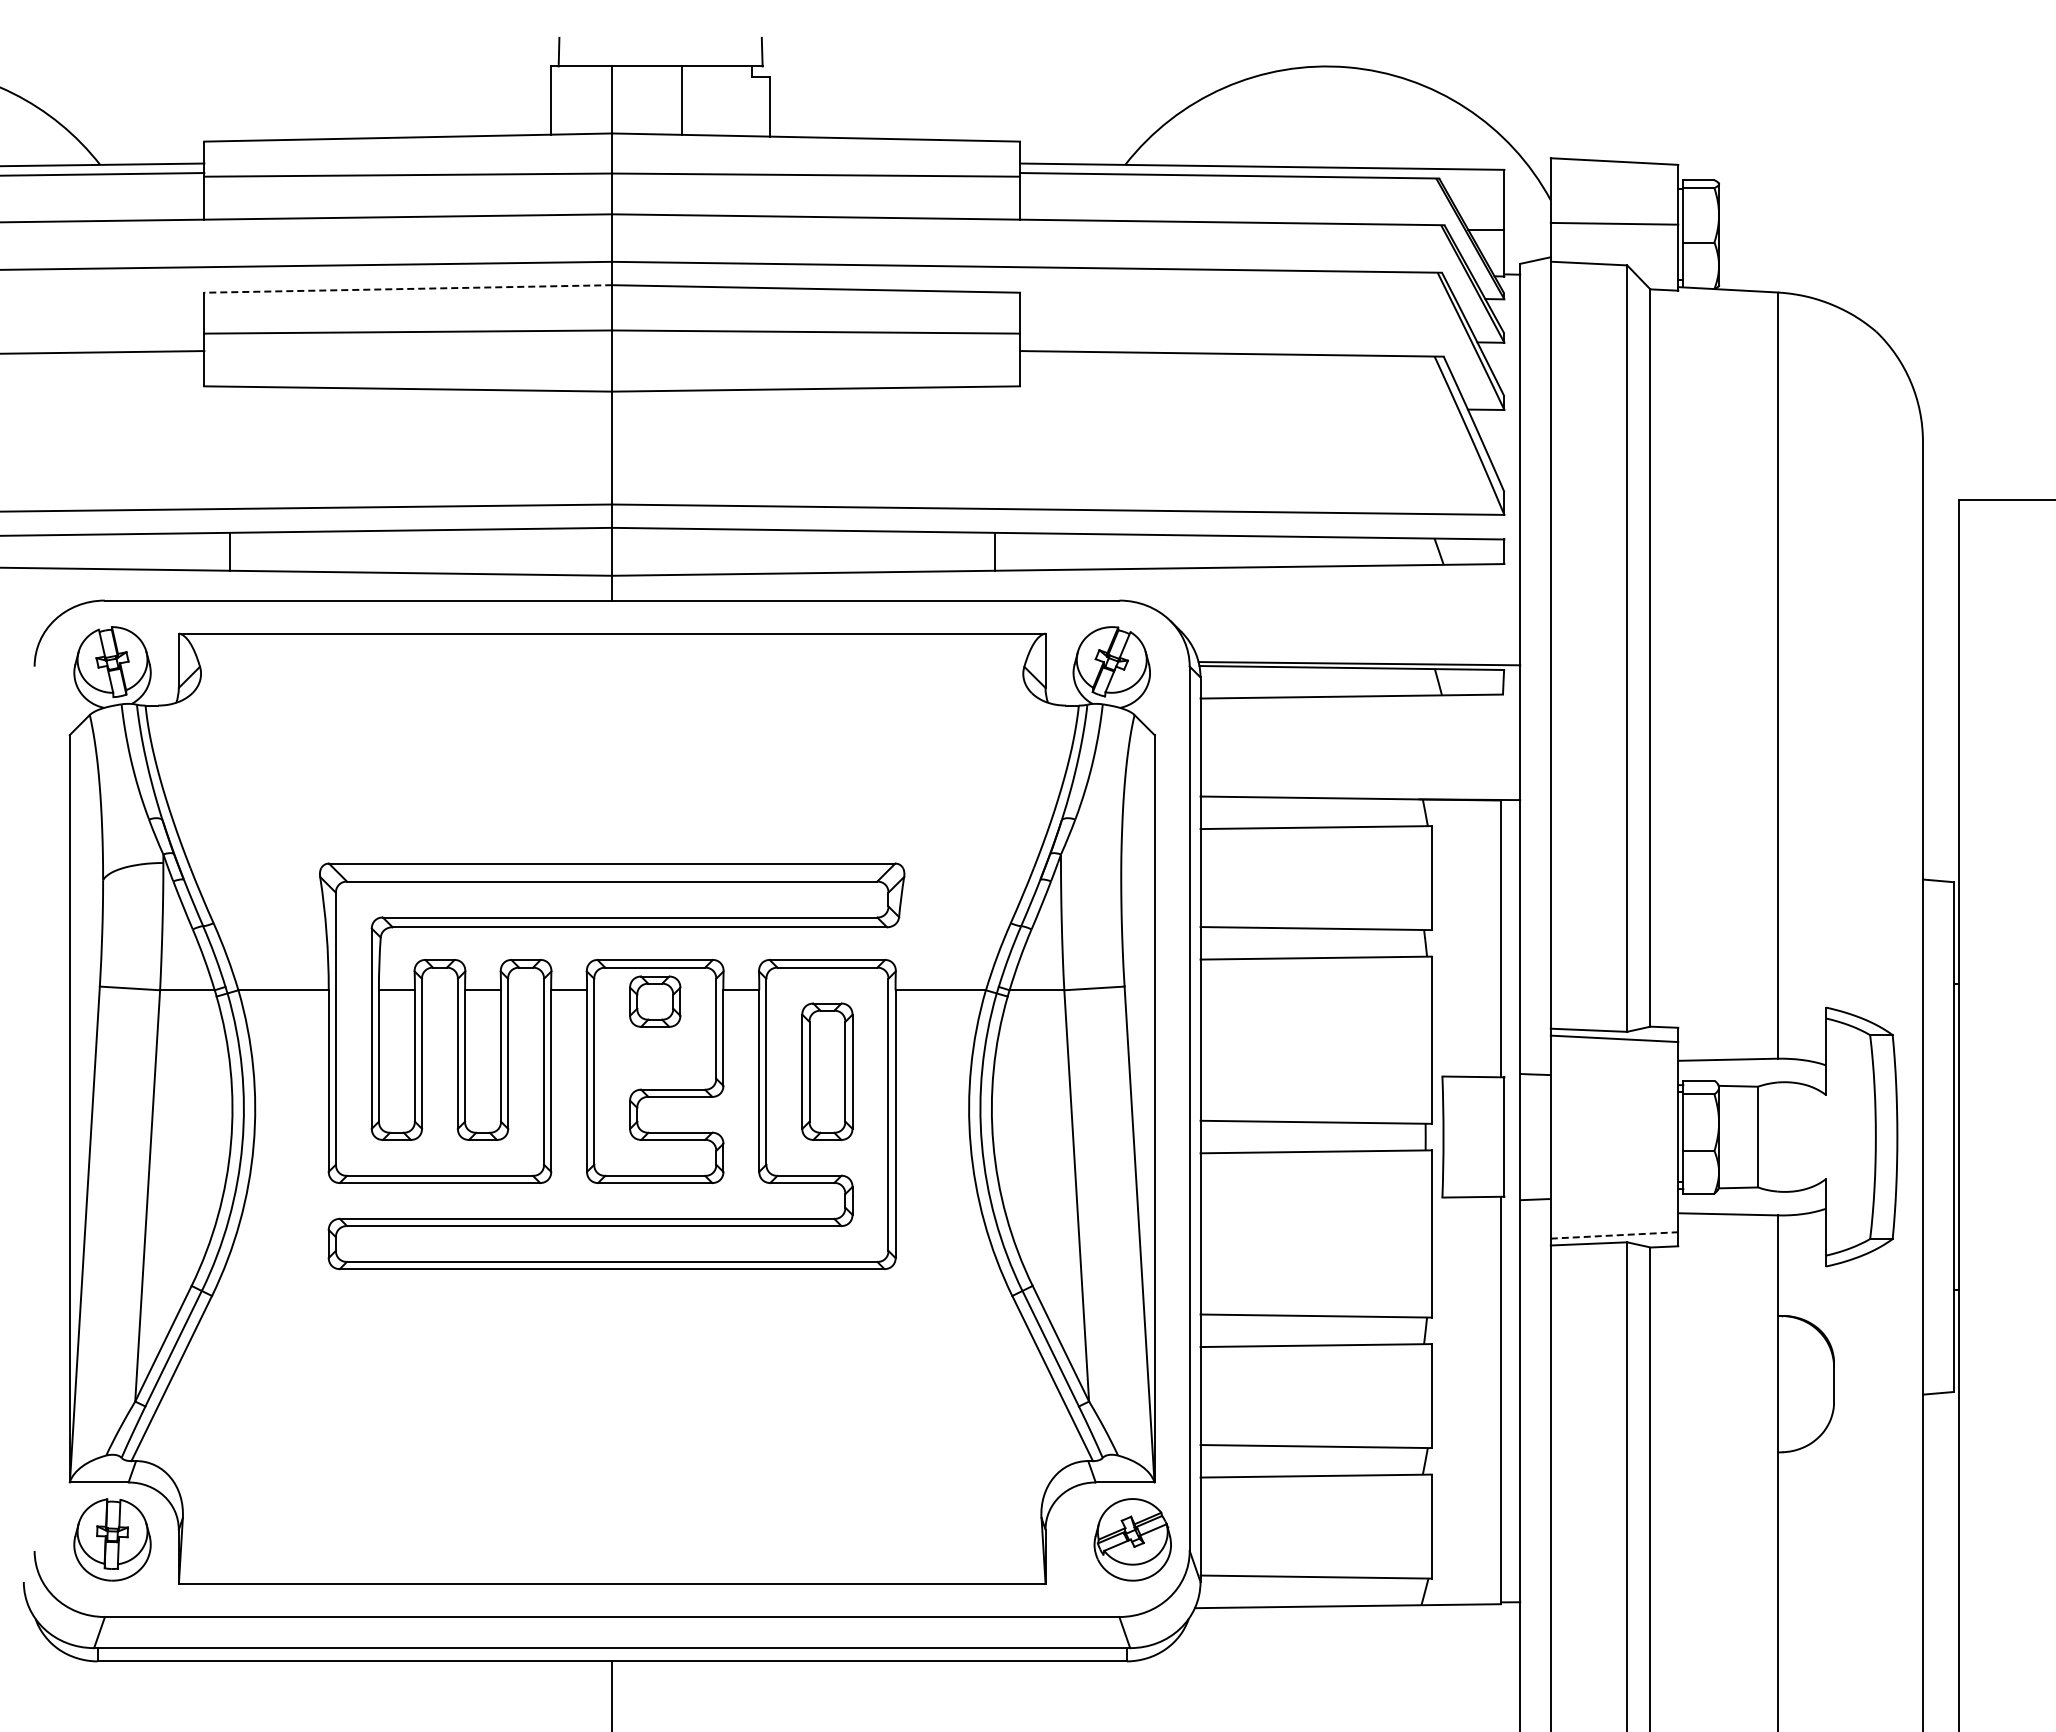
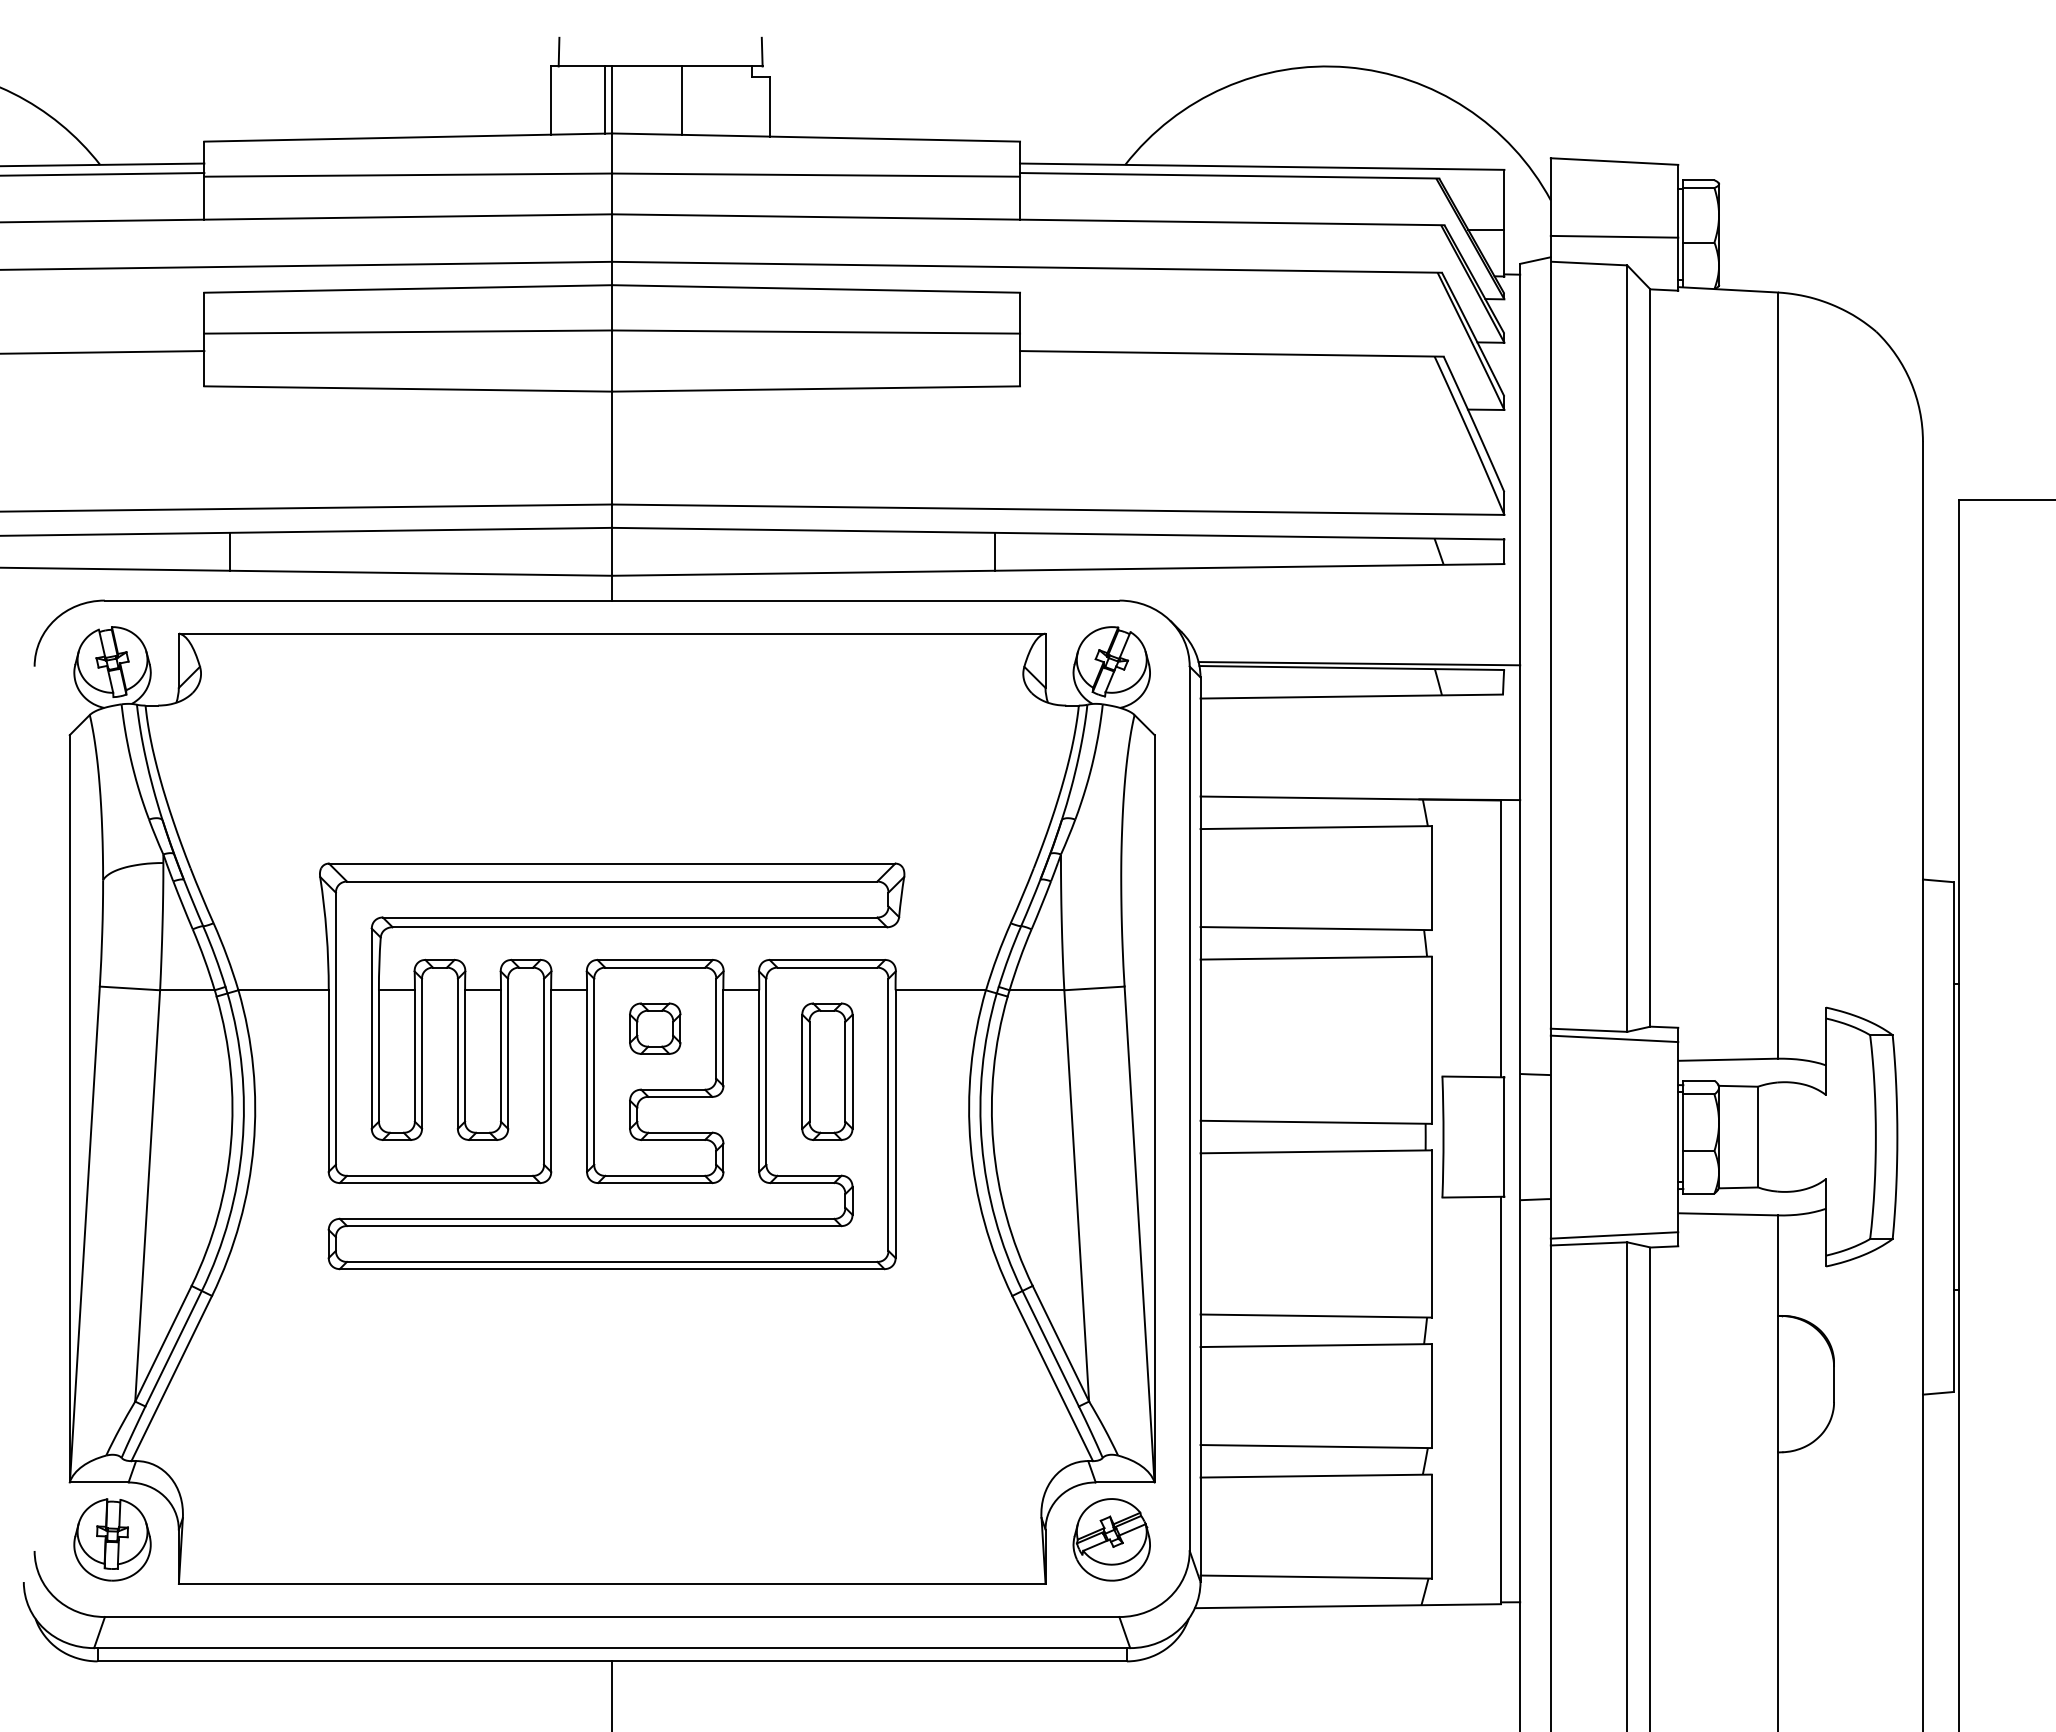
line at (605, 99): none -> present
line at (1614, 223) position: (1614, 223) -> (1614, 236)
line at (408, 288): dashed -> solid
part at (655, 1001) position: (655, 1001) -> (655, 1028)
line at (1614, 1235): dashed -> solid
part at (1132, 1539) position: (1132, 1539) -> (1111, 1539)
